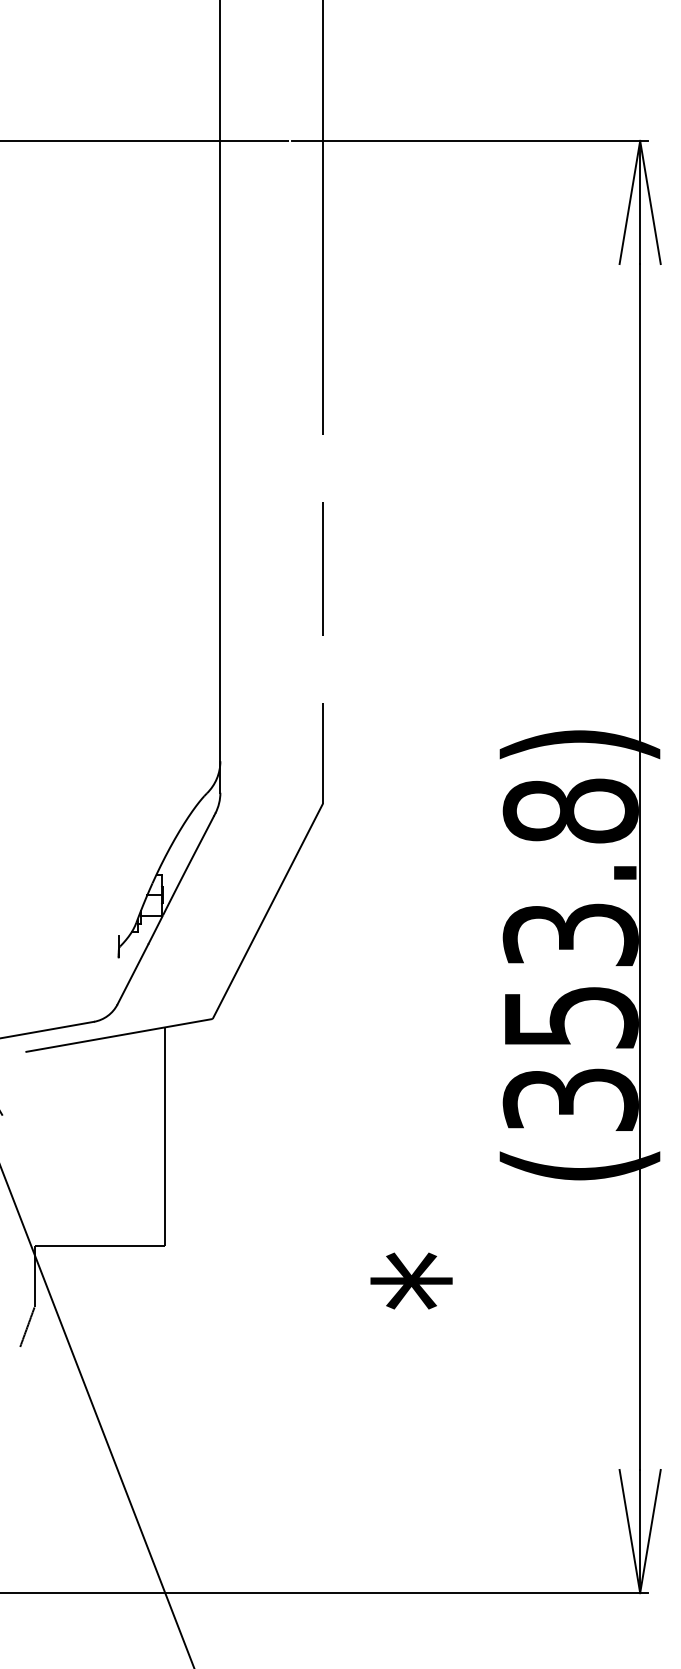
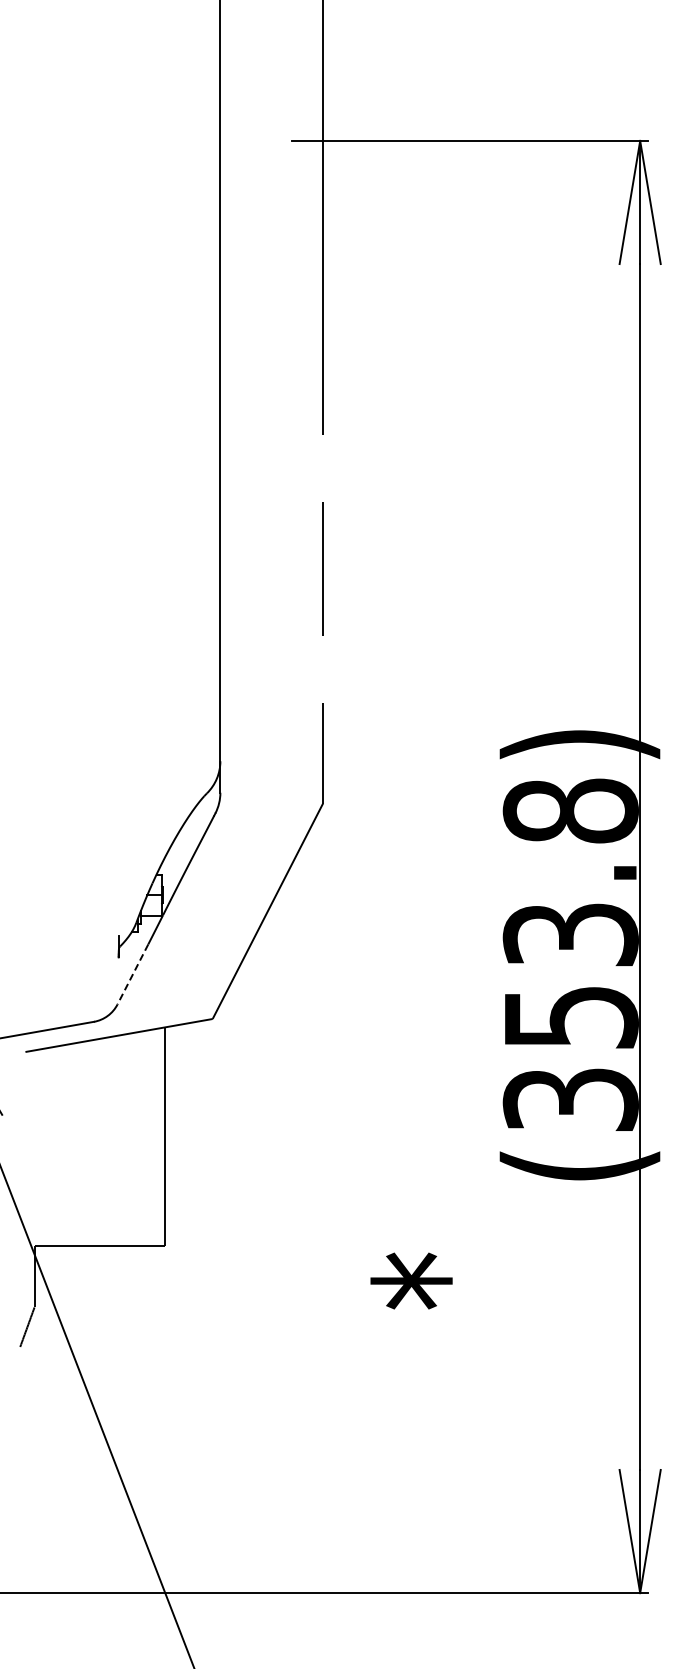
line at (145, 140): present -> none
line at (132, 974): solid -> dashed
